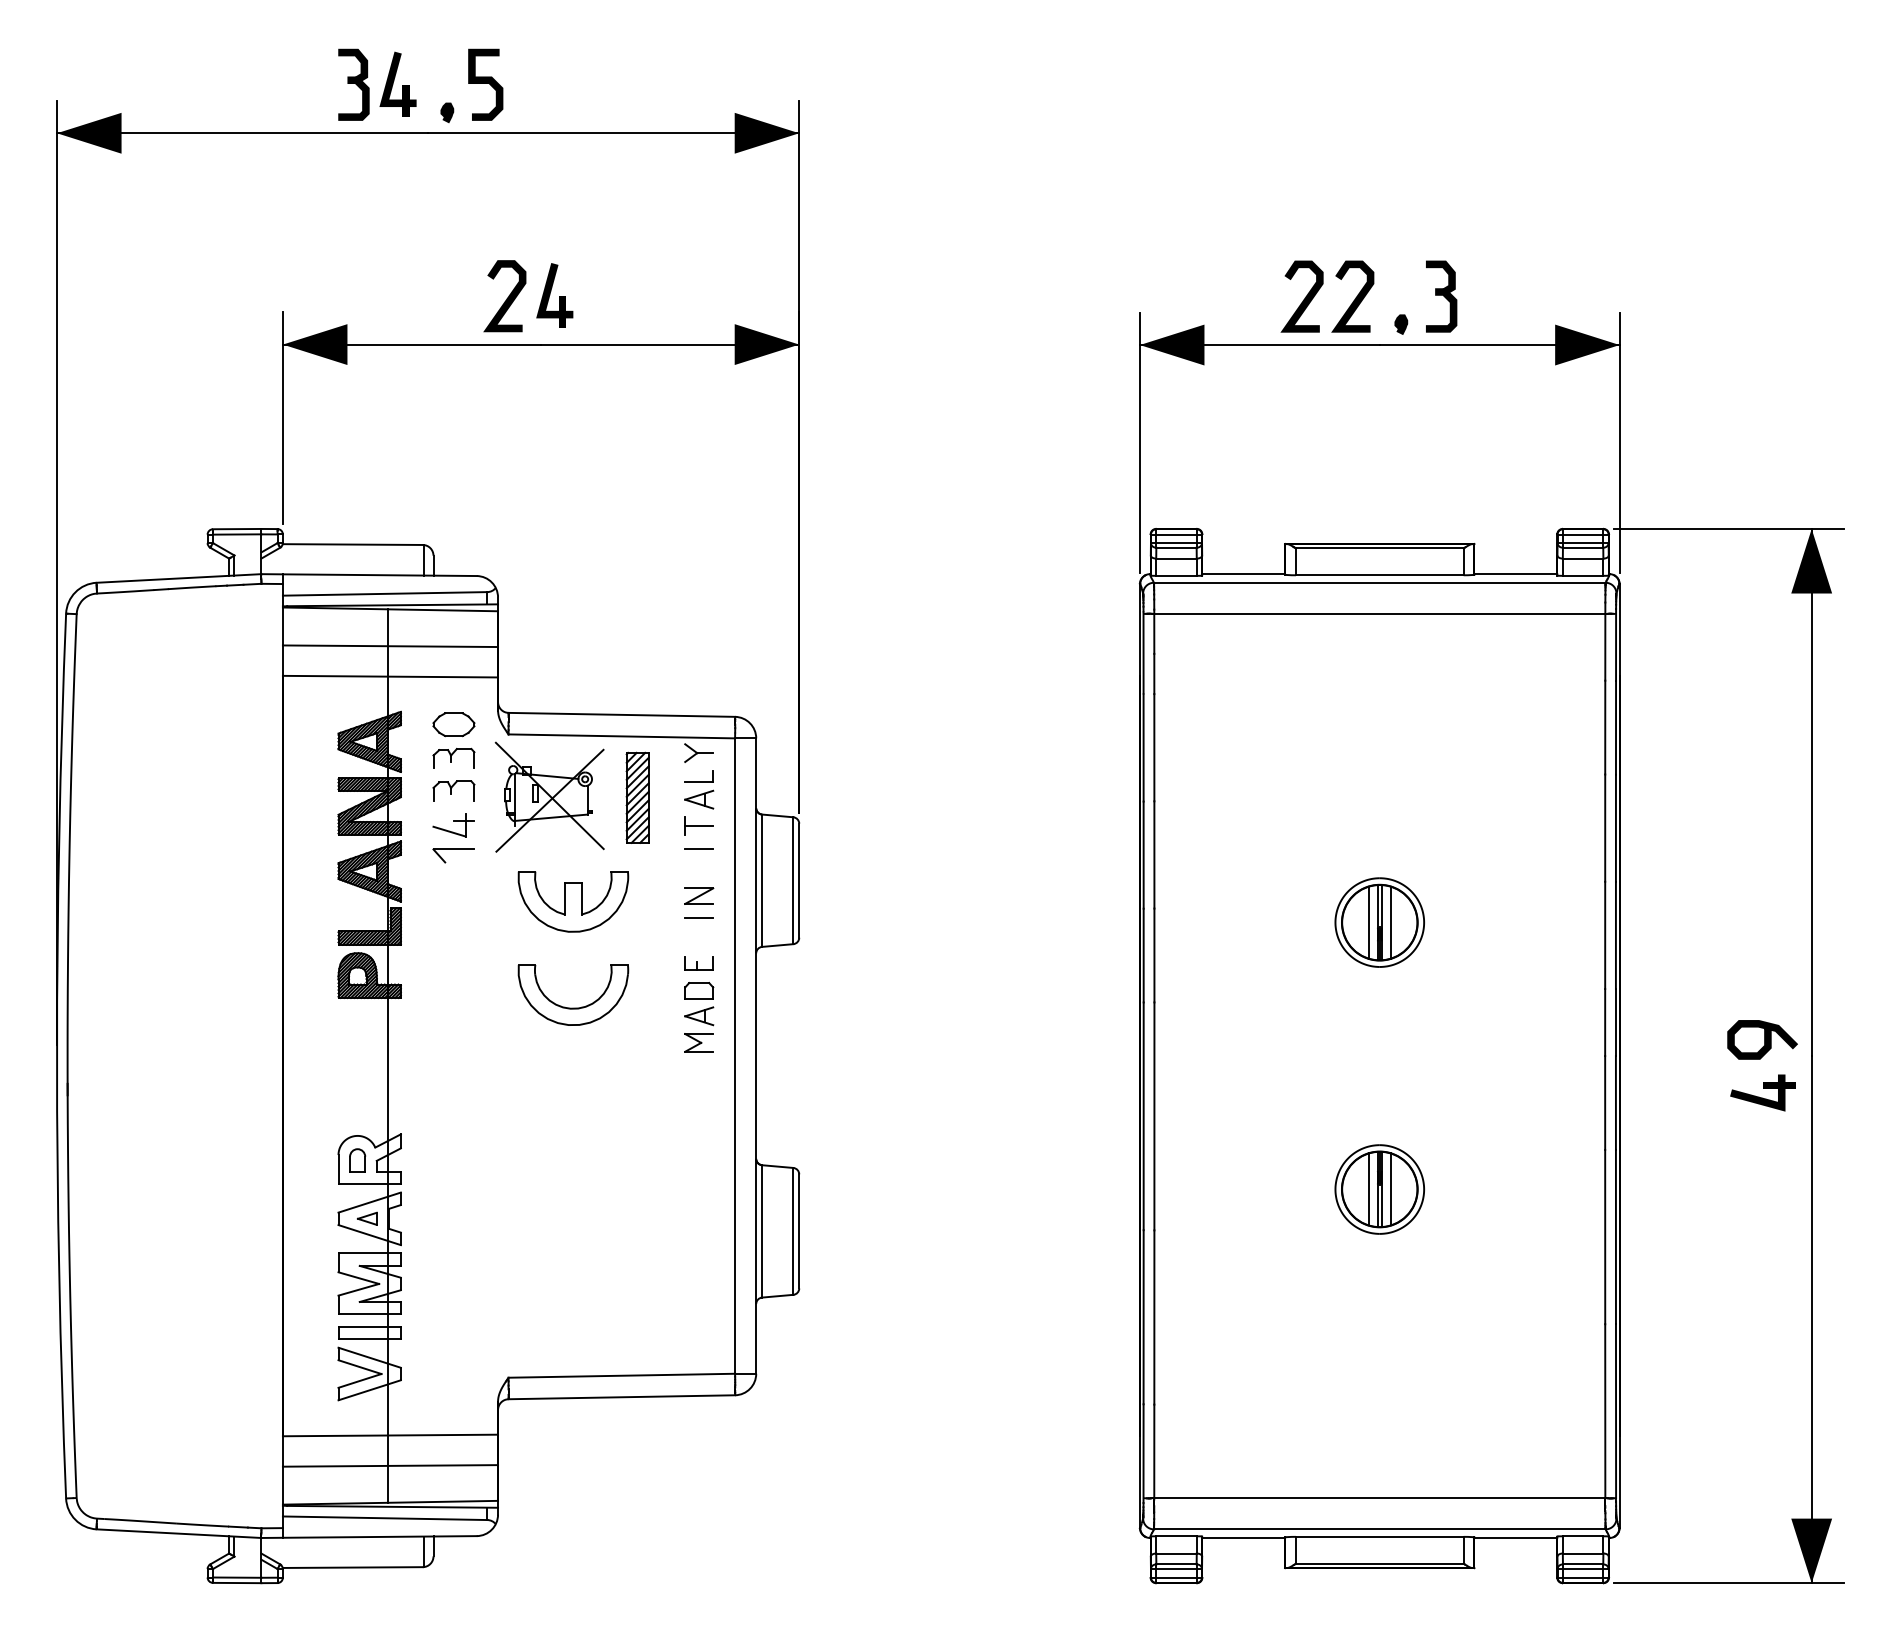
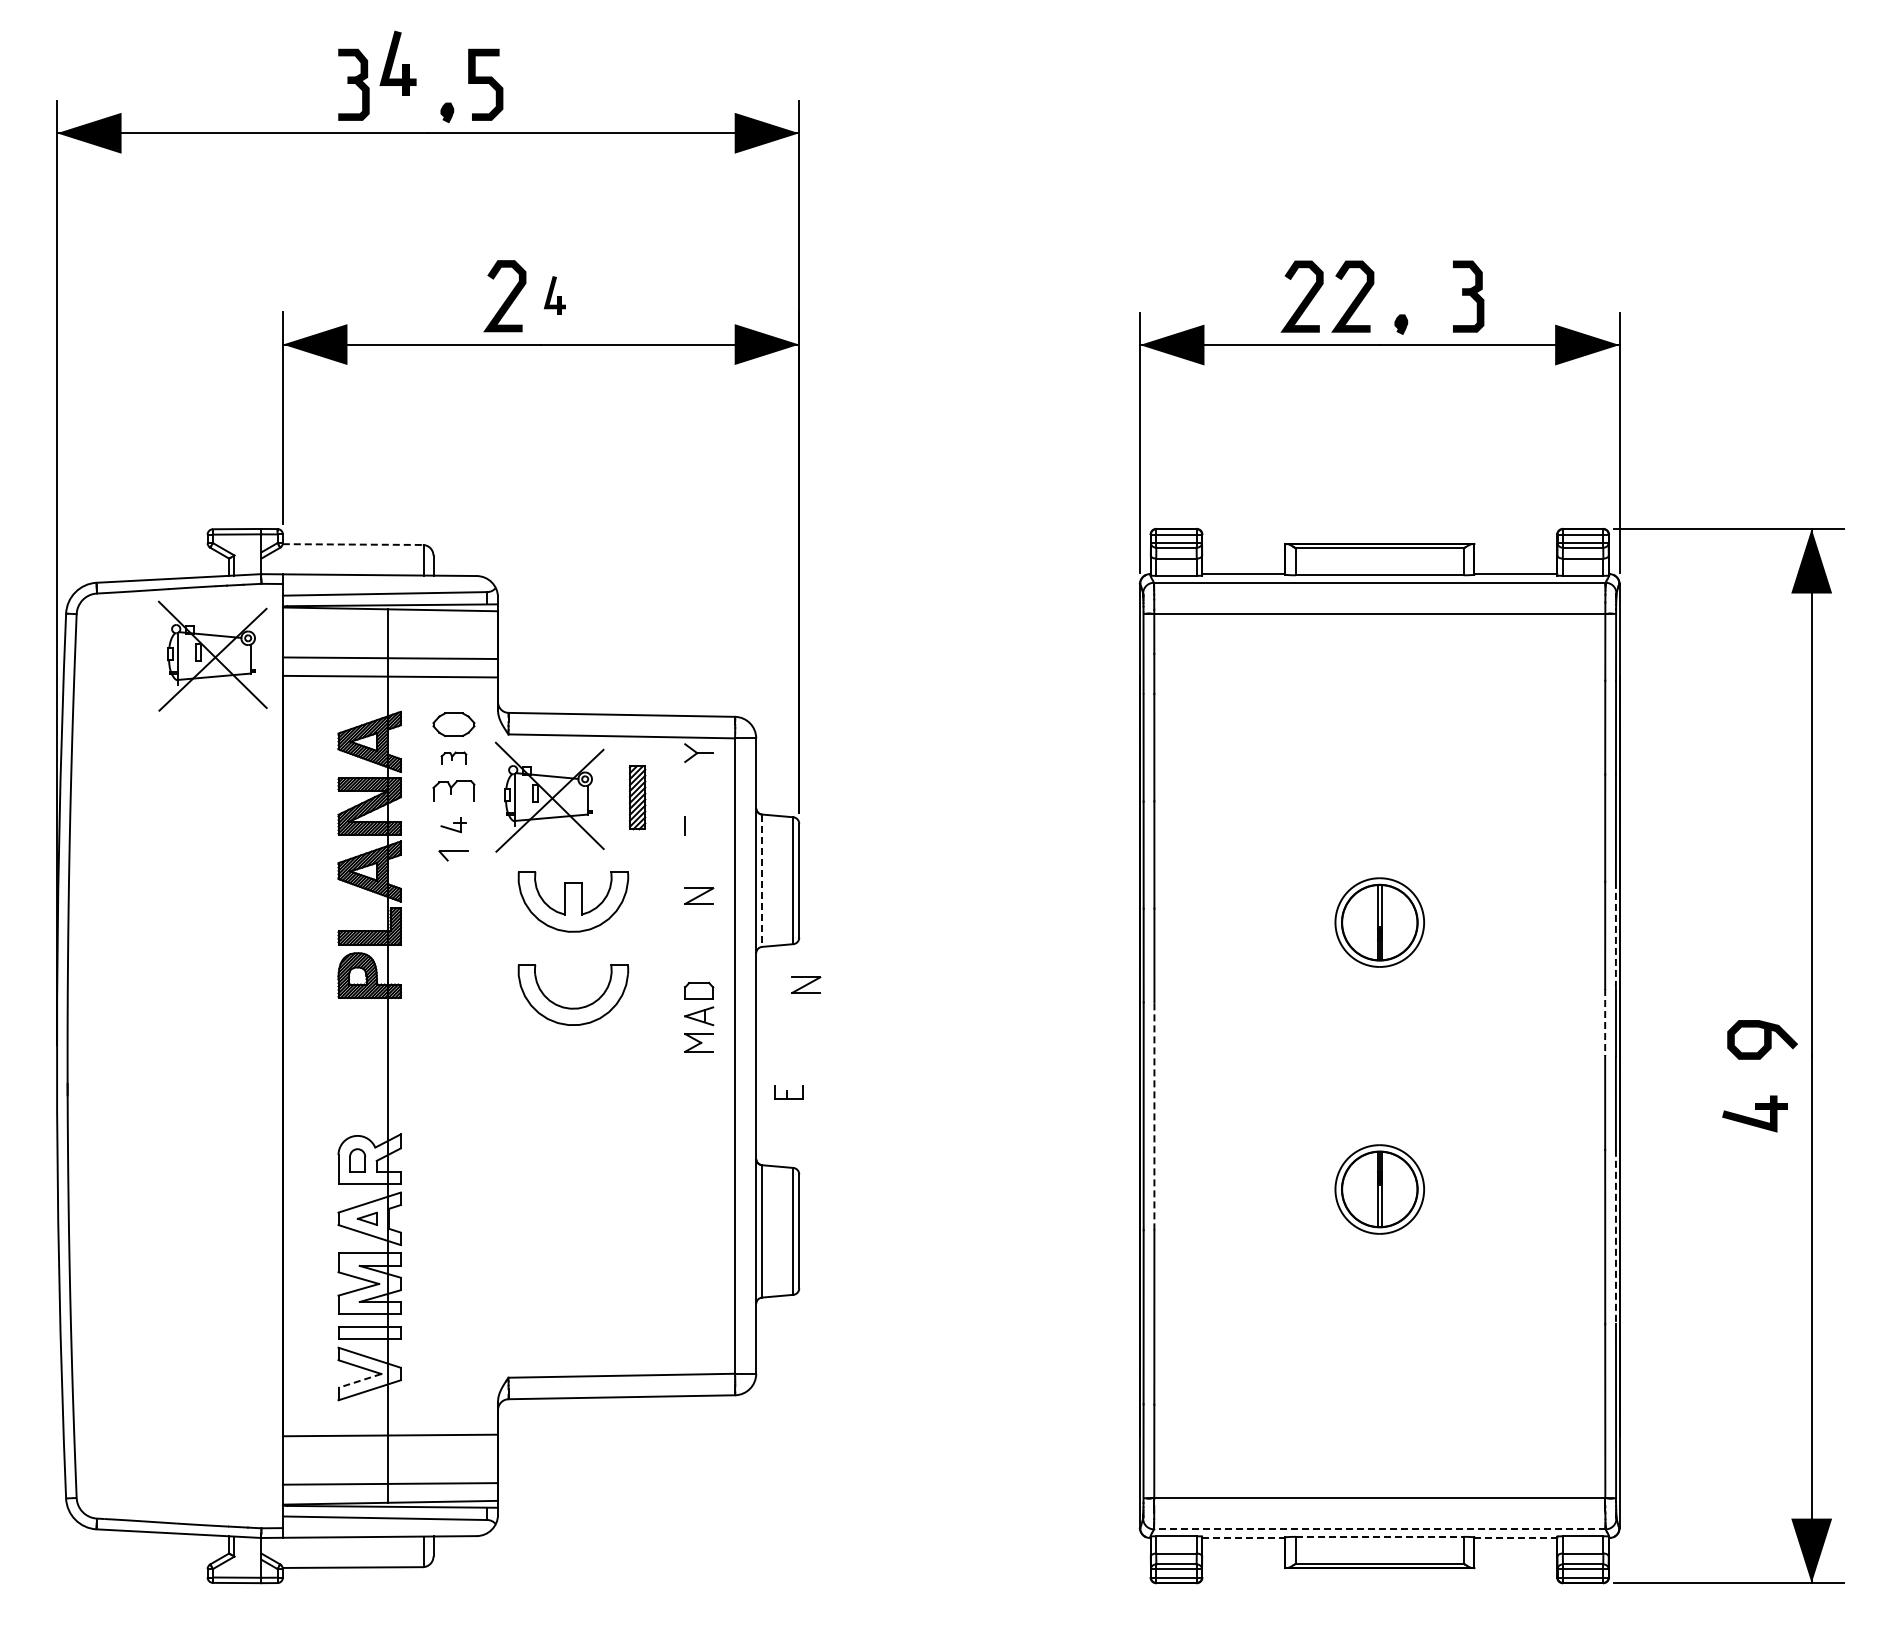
part at (397, 83) position: (397, 83) -> (397, 62)
part at (554, 295) size: 38x65 px -> 22x39 px
part at (1441, 296) position: (1441, 296) -> (1468, 296)
line at (353, 544): solid -> dashed
line at (390, 646) position: (390, 646) -> (390, 658)
part at (212, 655): none -> present
part at (453, 757) size: 44x22 px -> 28x14 px
part at (699, 789): present -> none
part at (637, 797) size: 25x93 px -> 19x66 px
part at (453, 825) size: 43x25 px -> 27x16 px
line at (699, 826): present -> none
line at (699, 849): present -> none
part at (453, 855) size: 43x16 px -> 31x12 px
line at (762, 881): solid -> dashed
line at (699, 917): present -> none
line at (1368, 922): present -> none
line at (1390, 922): present -> none
line at (1615, 935): solid -> dashed
part at (698, 963) position: (698, 963) -> (788, 1092)
part at (806, 984): none -> present
line at (1605, 1022): solid -> dashed
part at (1762, 1092) position: (1762, 1092) -> (1754, 1113)
line at (1154, 1116): solid -> dashed
line at (1368, 1189): present -> none
line at (1390, 1189): present -> none
line at (1615, 1237): solid -> dashed
line at (360, 1380): solid -> dashed
line at (390, 1465) position: (390, 1465) -> (390, 1483)
line at (1379, 1529): solid -> dashed
line at (1379, 1536): solid -> dashed
line at (1244, 1537): solid -> dashed
line at (1516, 1537): solid -> dashed
